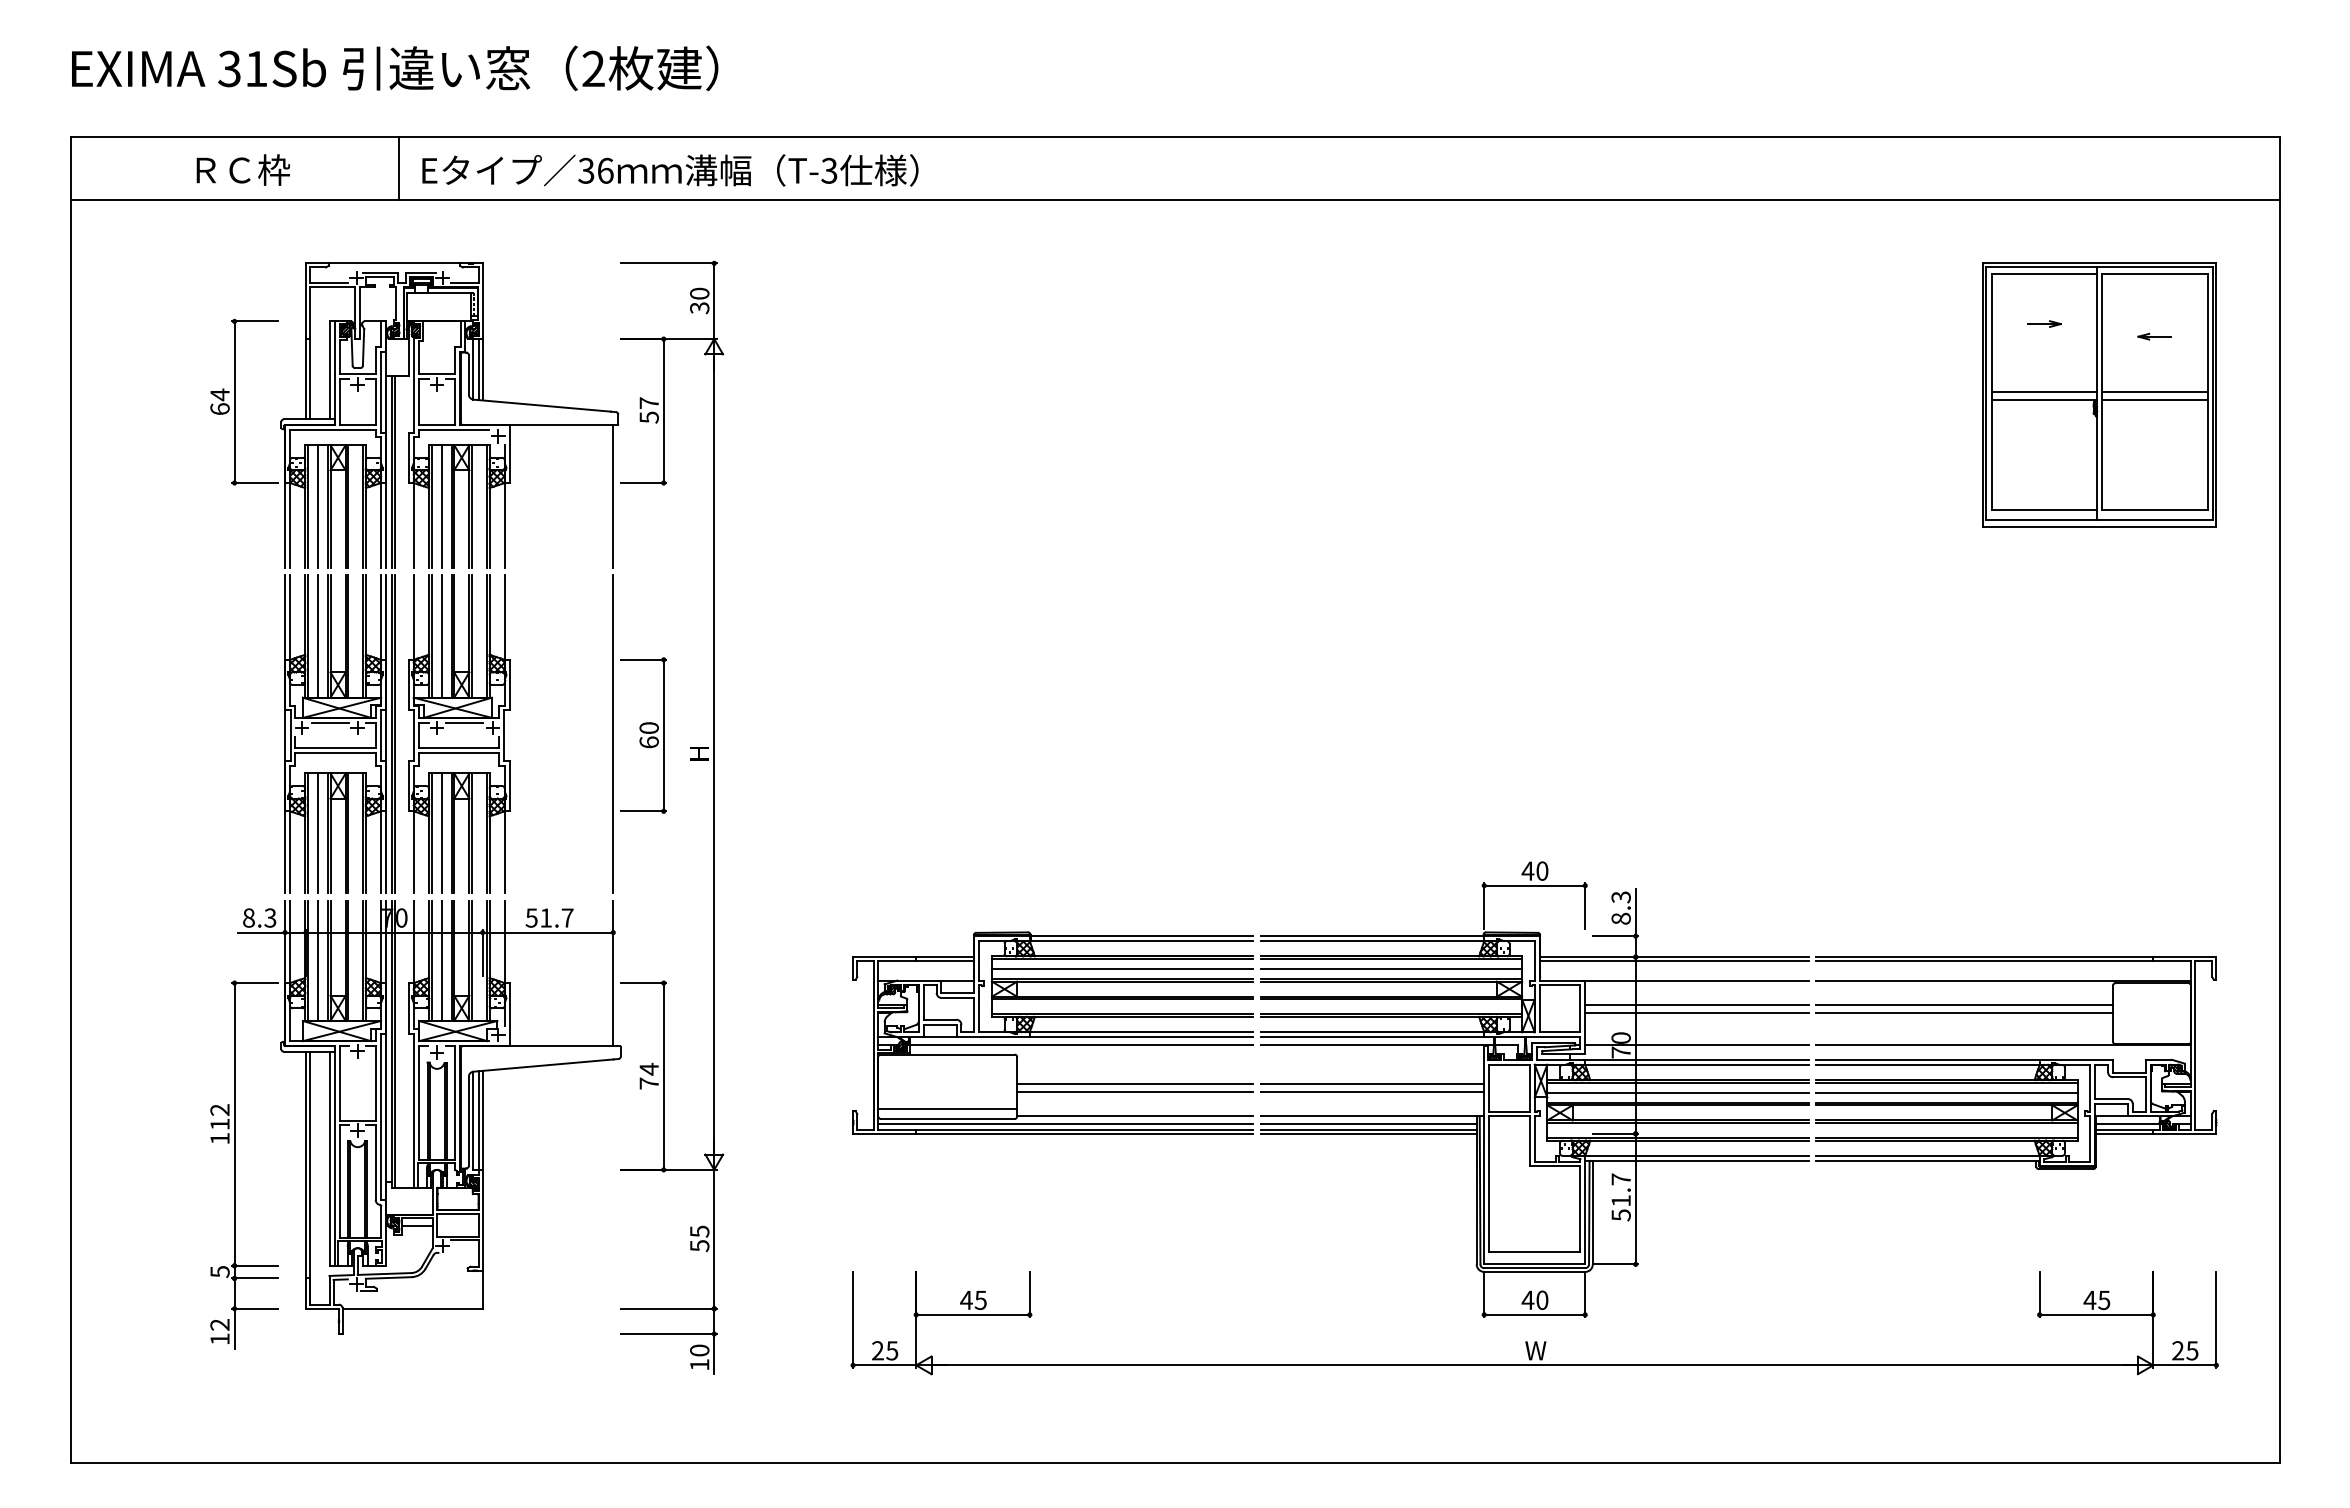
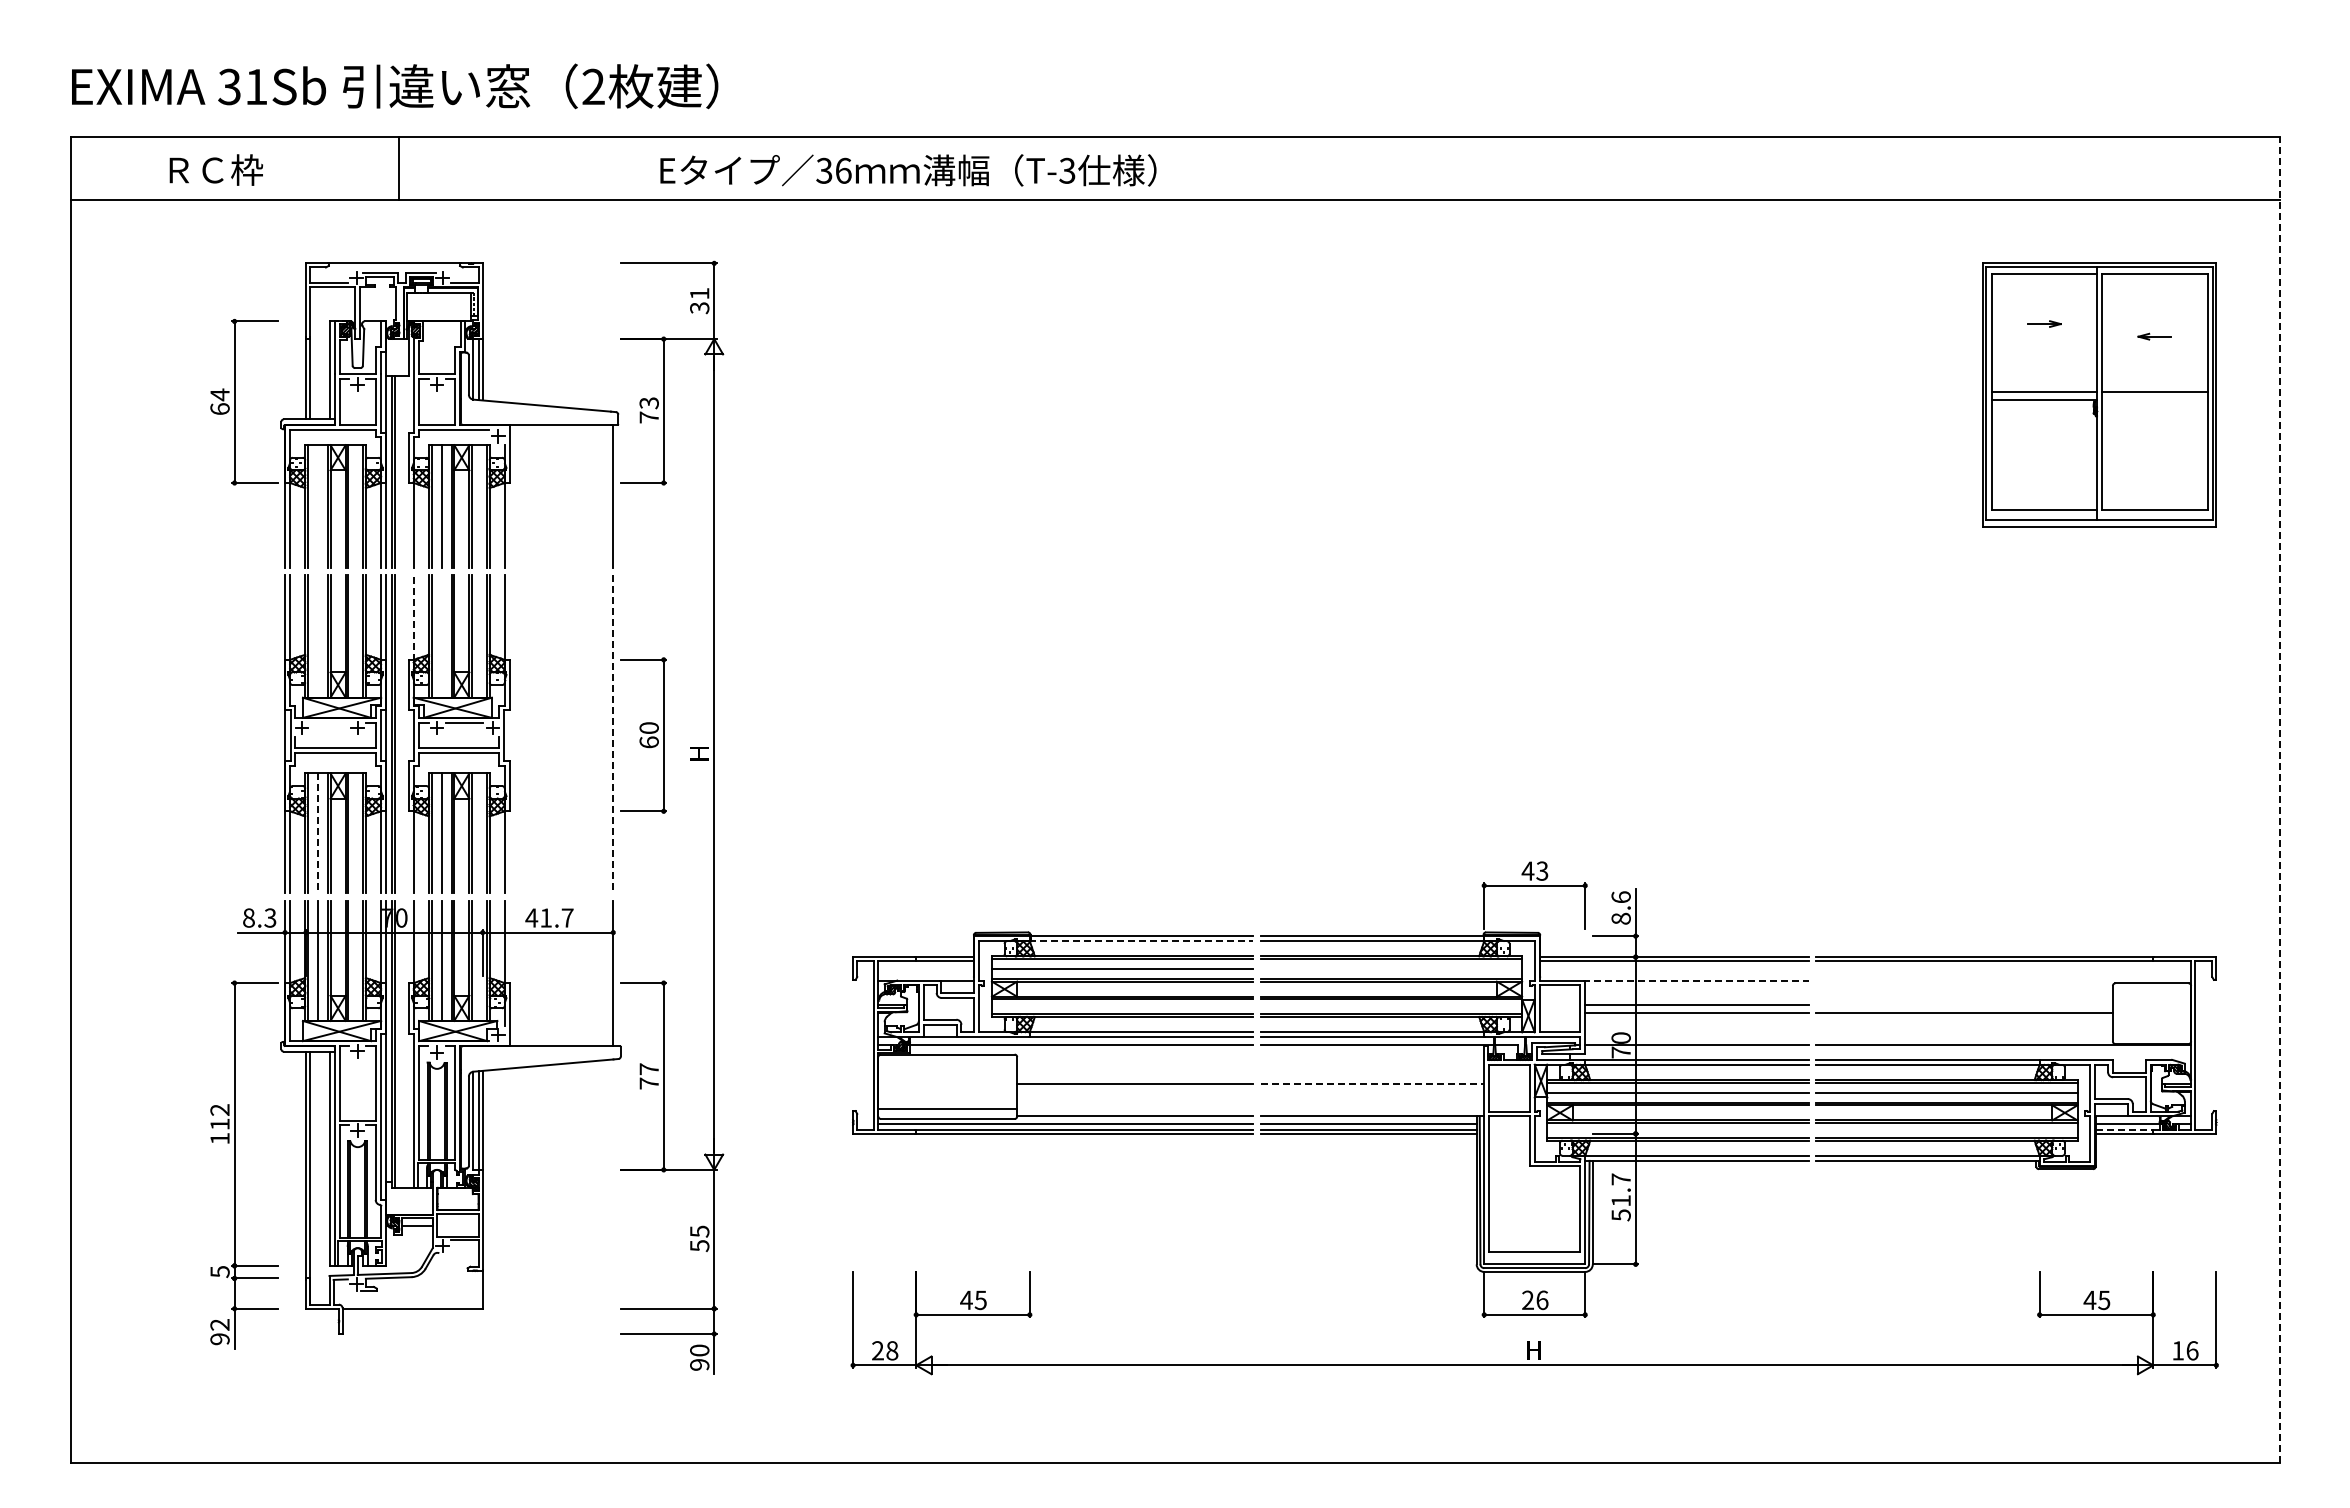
text at (395, 68) position: (395, 68) -> (395, 86)
text at (243, 169) position: (243, 169) -> (216, 169)
text at (670, 170) position: (670, 170) -> (908, 170)
text at (699, 293): 30 -> 31
line at (2154, 399): present -> none
text at (648, 410): 57 -> 73
line at (317, 506): present -> none
line at (413, 618): solid -> dashed
line at (317, 636): present -> none
line at (441, 636): present -> none
line at (330, 722): present -> none
line at (613, 734): solid -> dashed
line at (2279, 799): solid -> dashed
line at (317, 833): solid -> dashed
text at (1542, 870): 40 -> 43
text at (1620, 897): 8.3 -> 8.6
text at (531, 917): 51.7 -> 41.7
line at (1141, 941): solid -> dashed
line at (1391, 969): present -> none
line at (1695, 980): solid -> dashed
line at (2003, 980): present -> none
line at (1964, 1004): present -> none
text at (648, 1068): 74 -> 77
line at (1372, 1083): solid -> dashed
line at (1135, 1092): present -> none
line at (1372, 1092): present -> none
line at (2125, 1129): solid -> dashed
text at (1534, 1299): 40 -> 26
text at (219, 1339): 12 -> 92
text at (892, 1350): 25 -> 28
text at (1535, 1350): W -> H
text at (2185, 1350): 25 -> 16
text at (699, 1364): 10 -> 90
